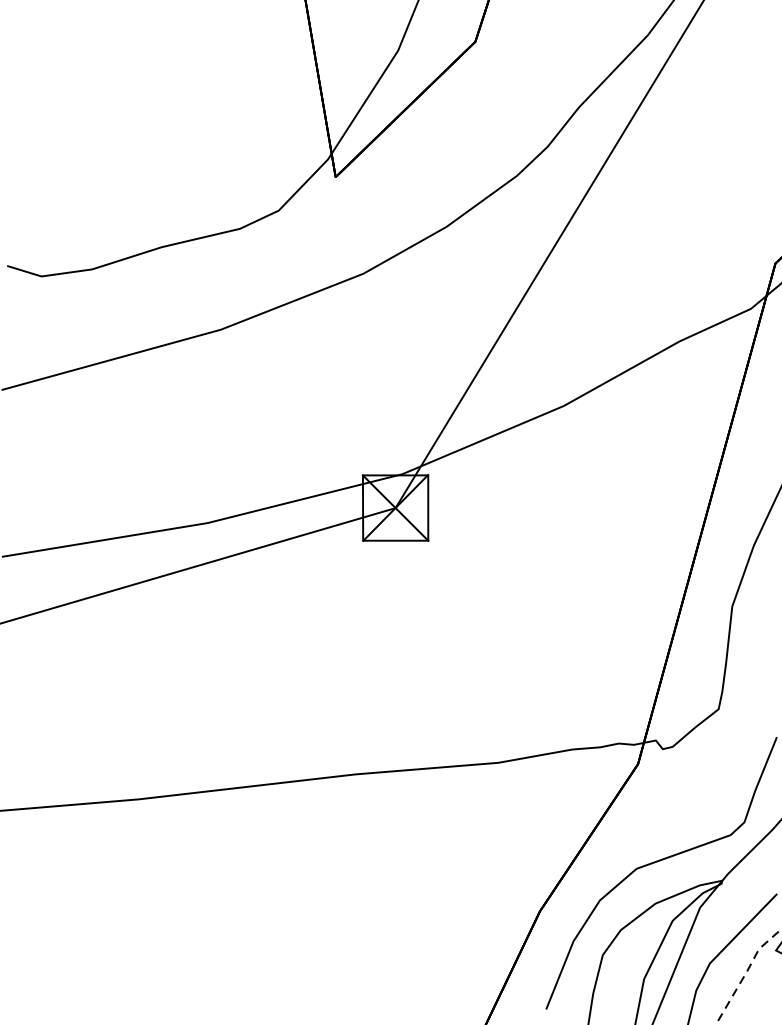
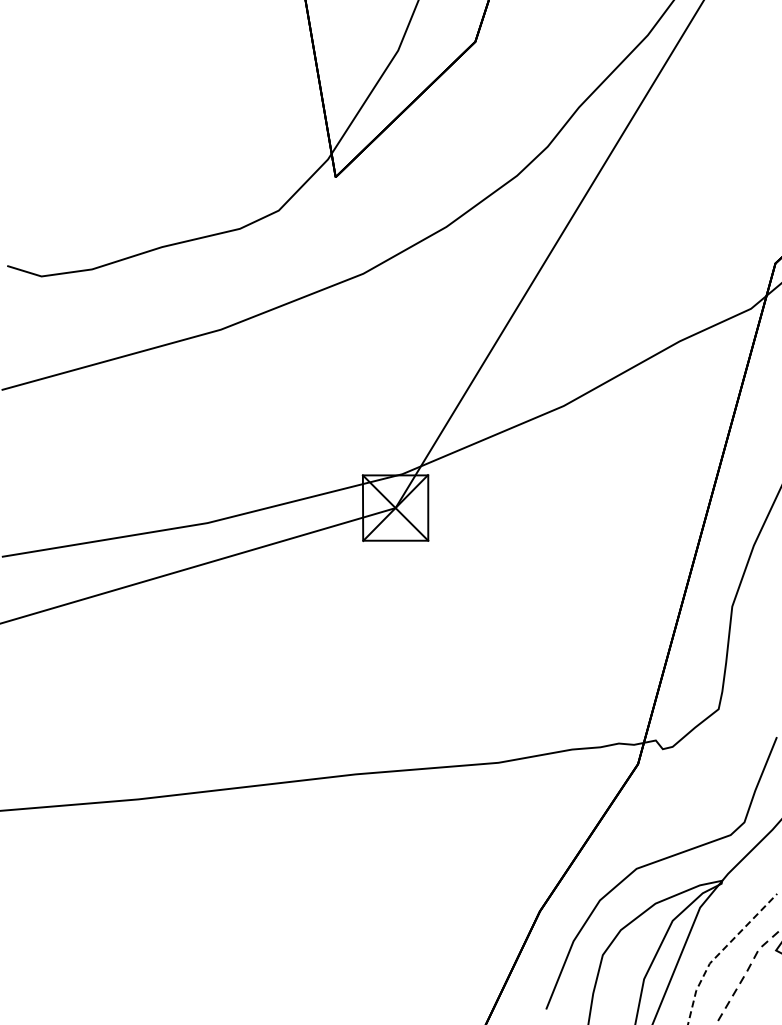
line at (720, 952): solid -> dashed
